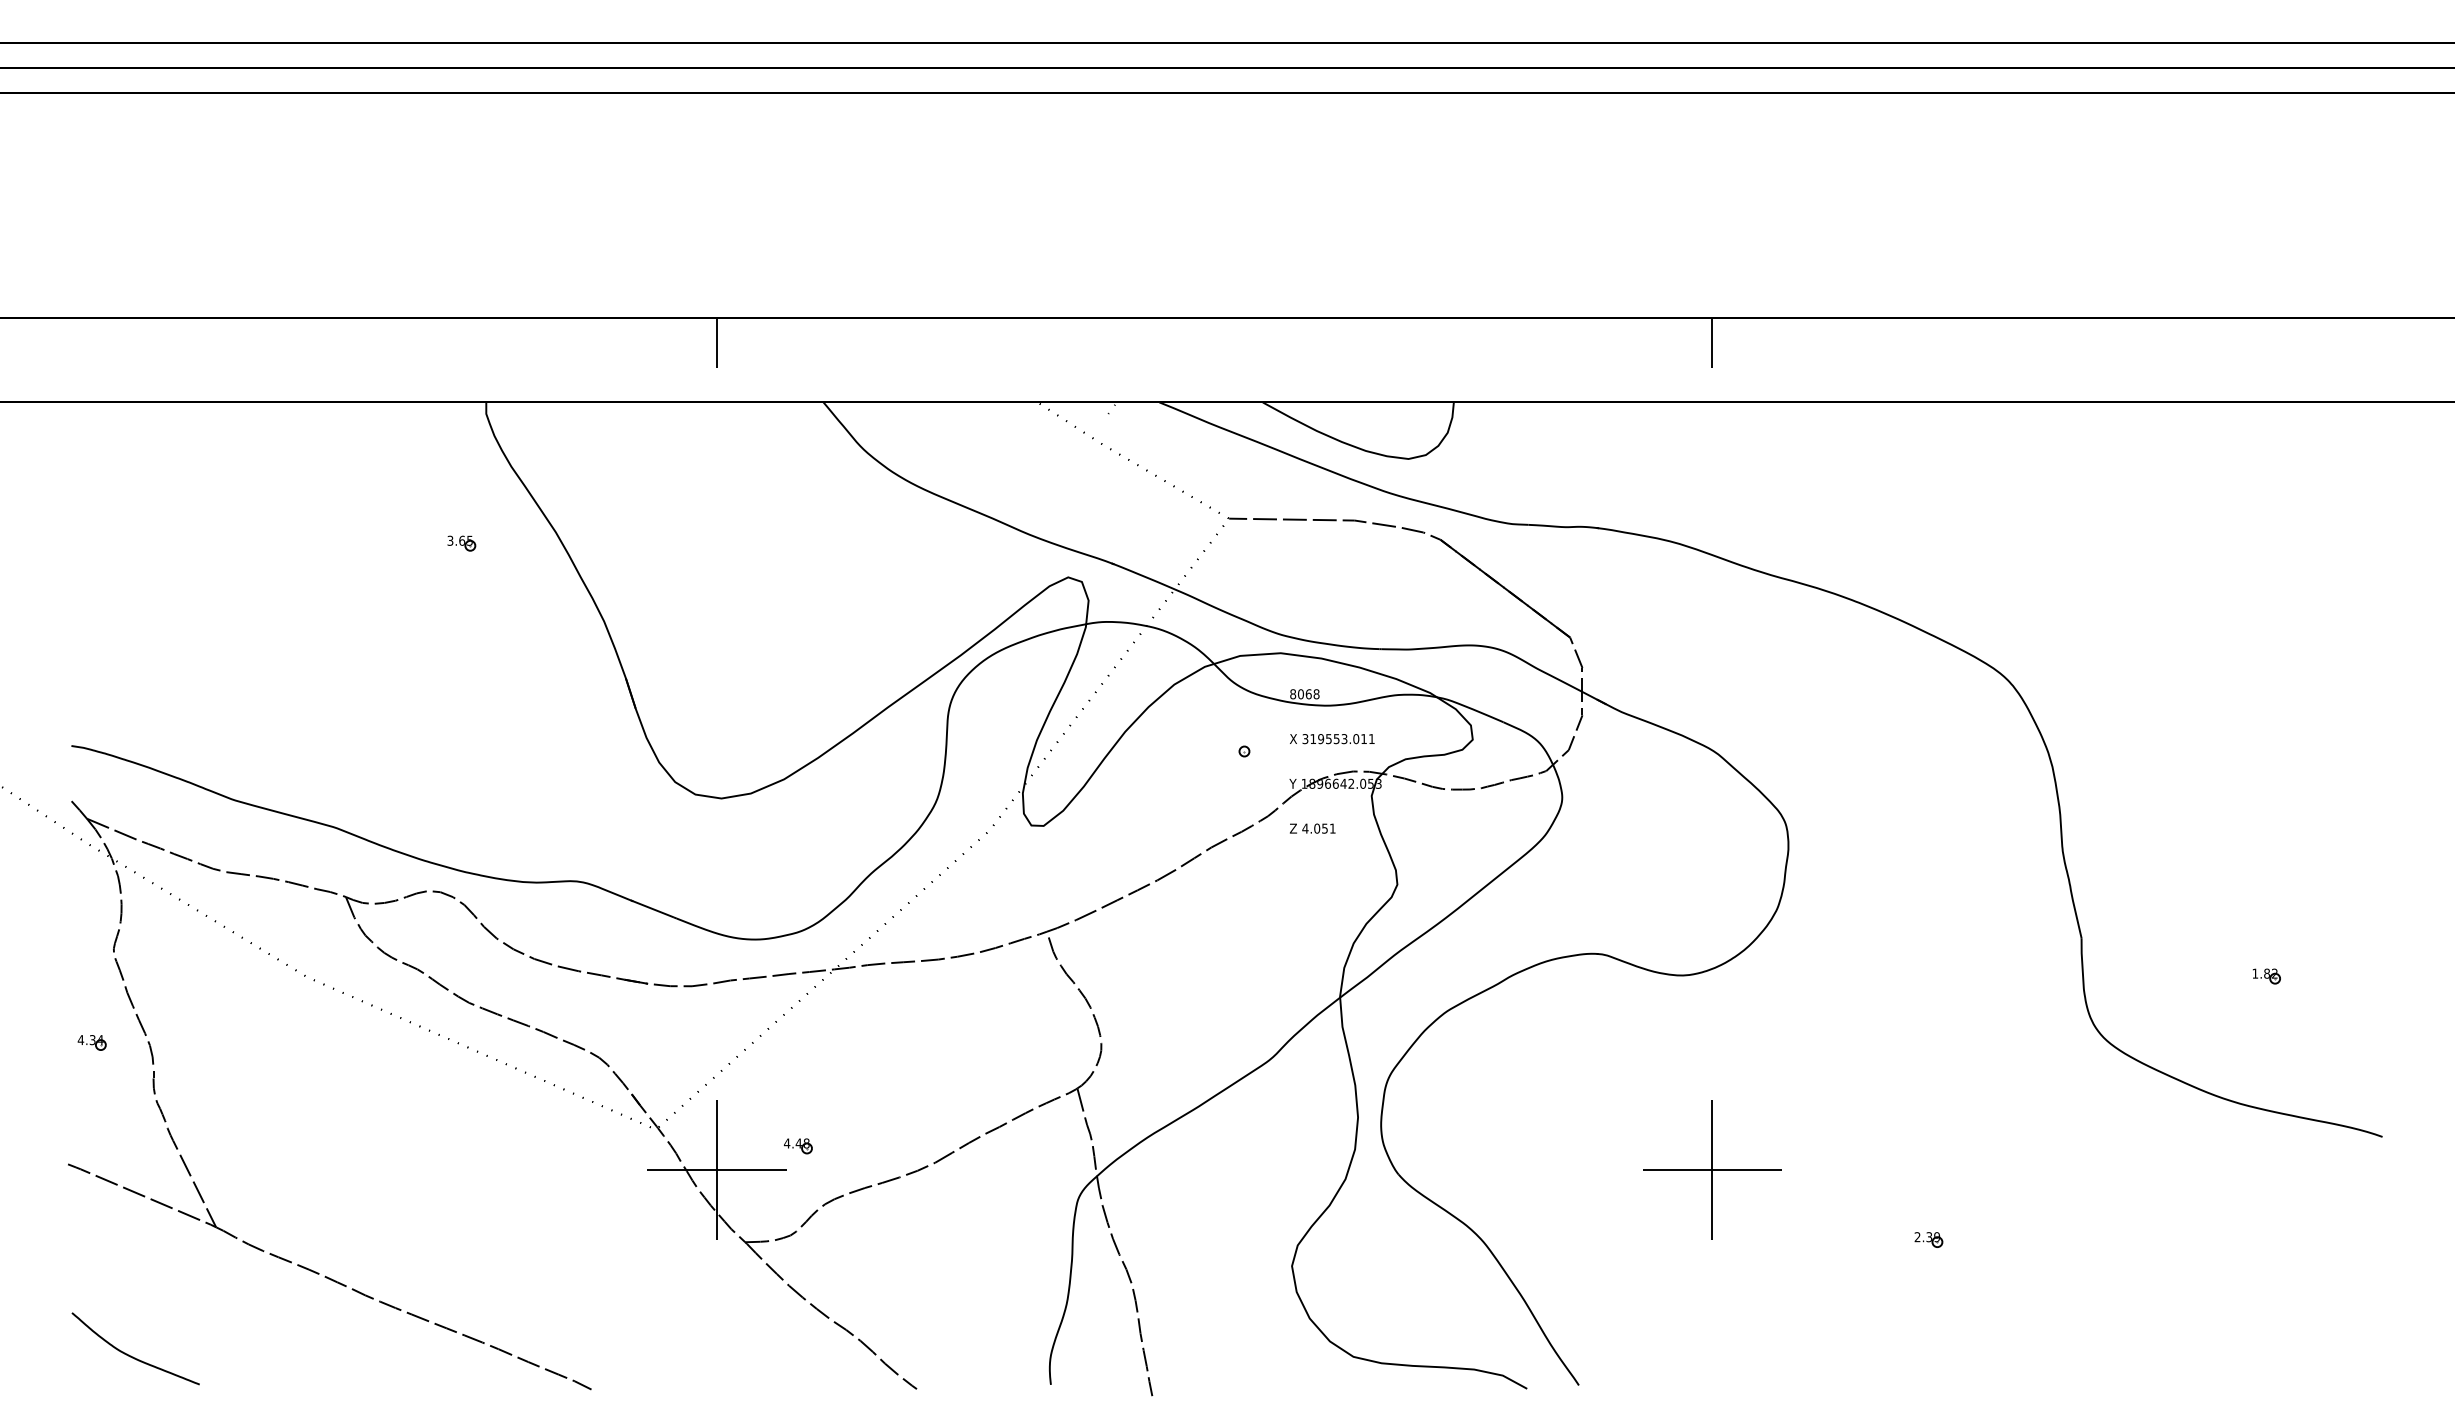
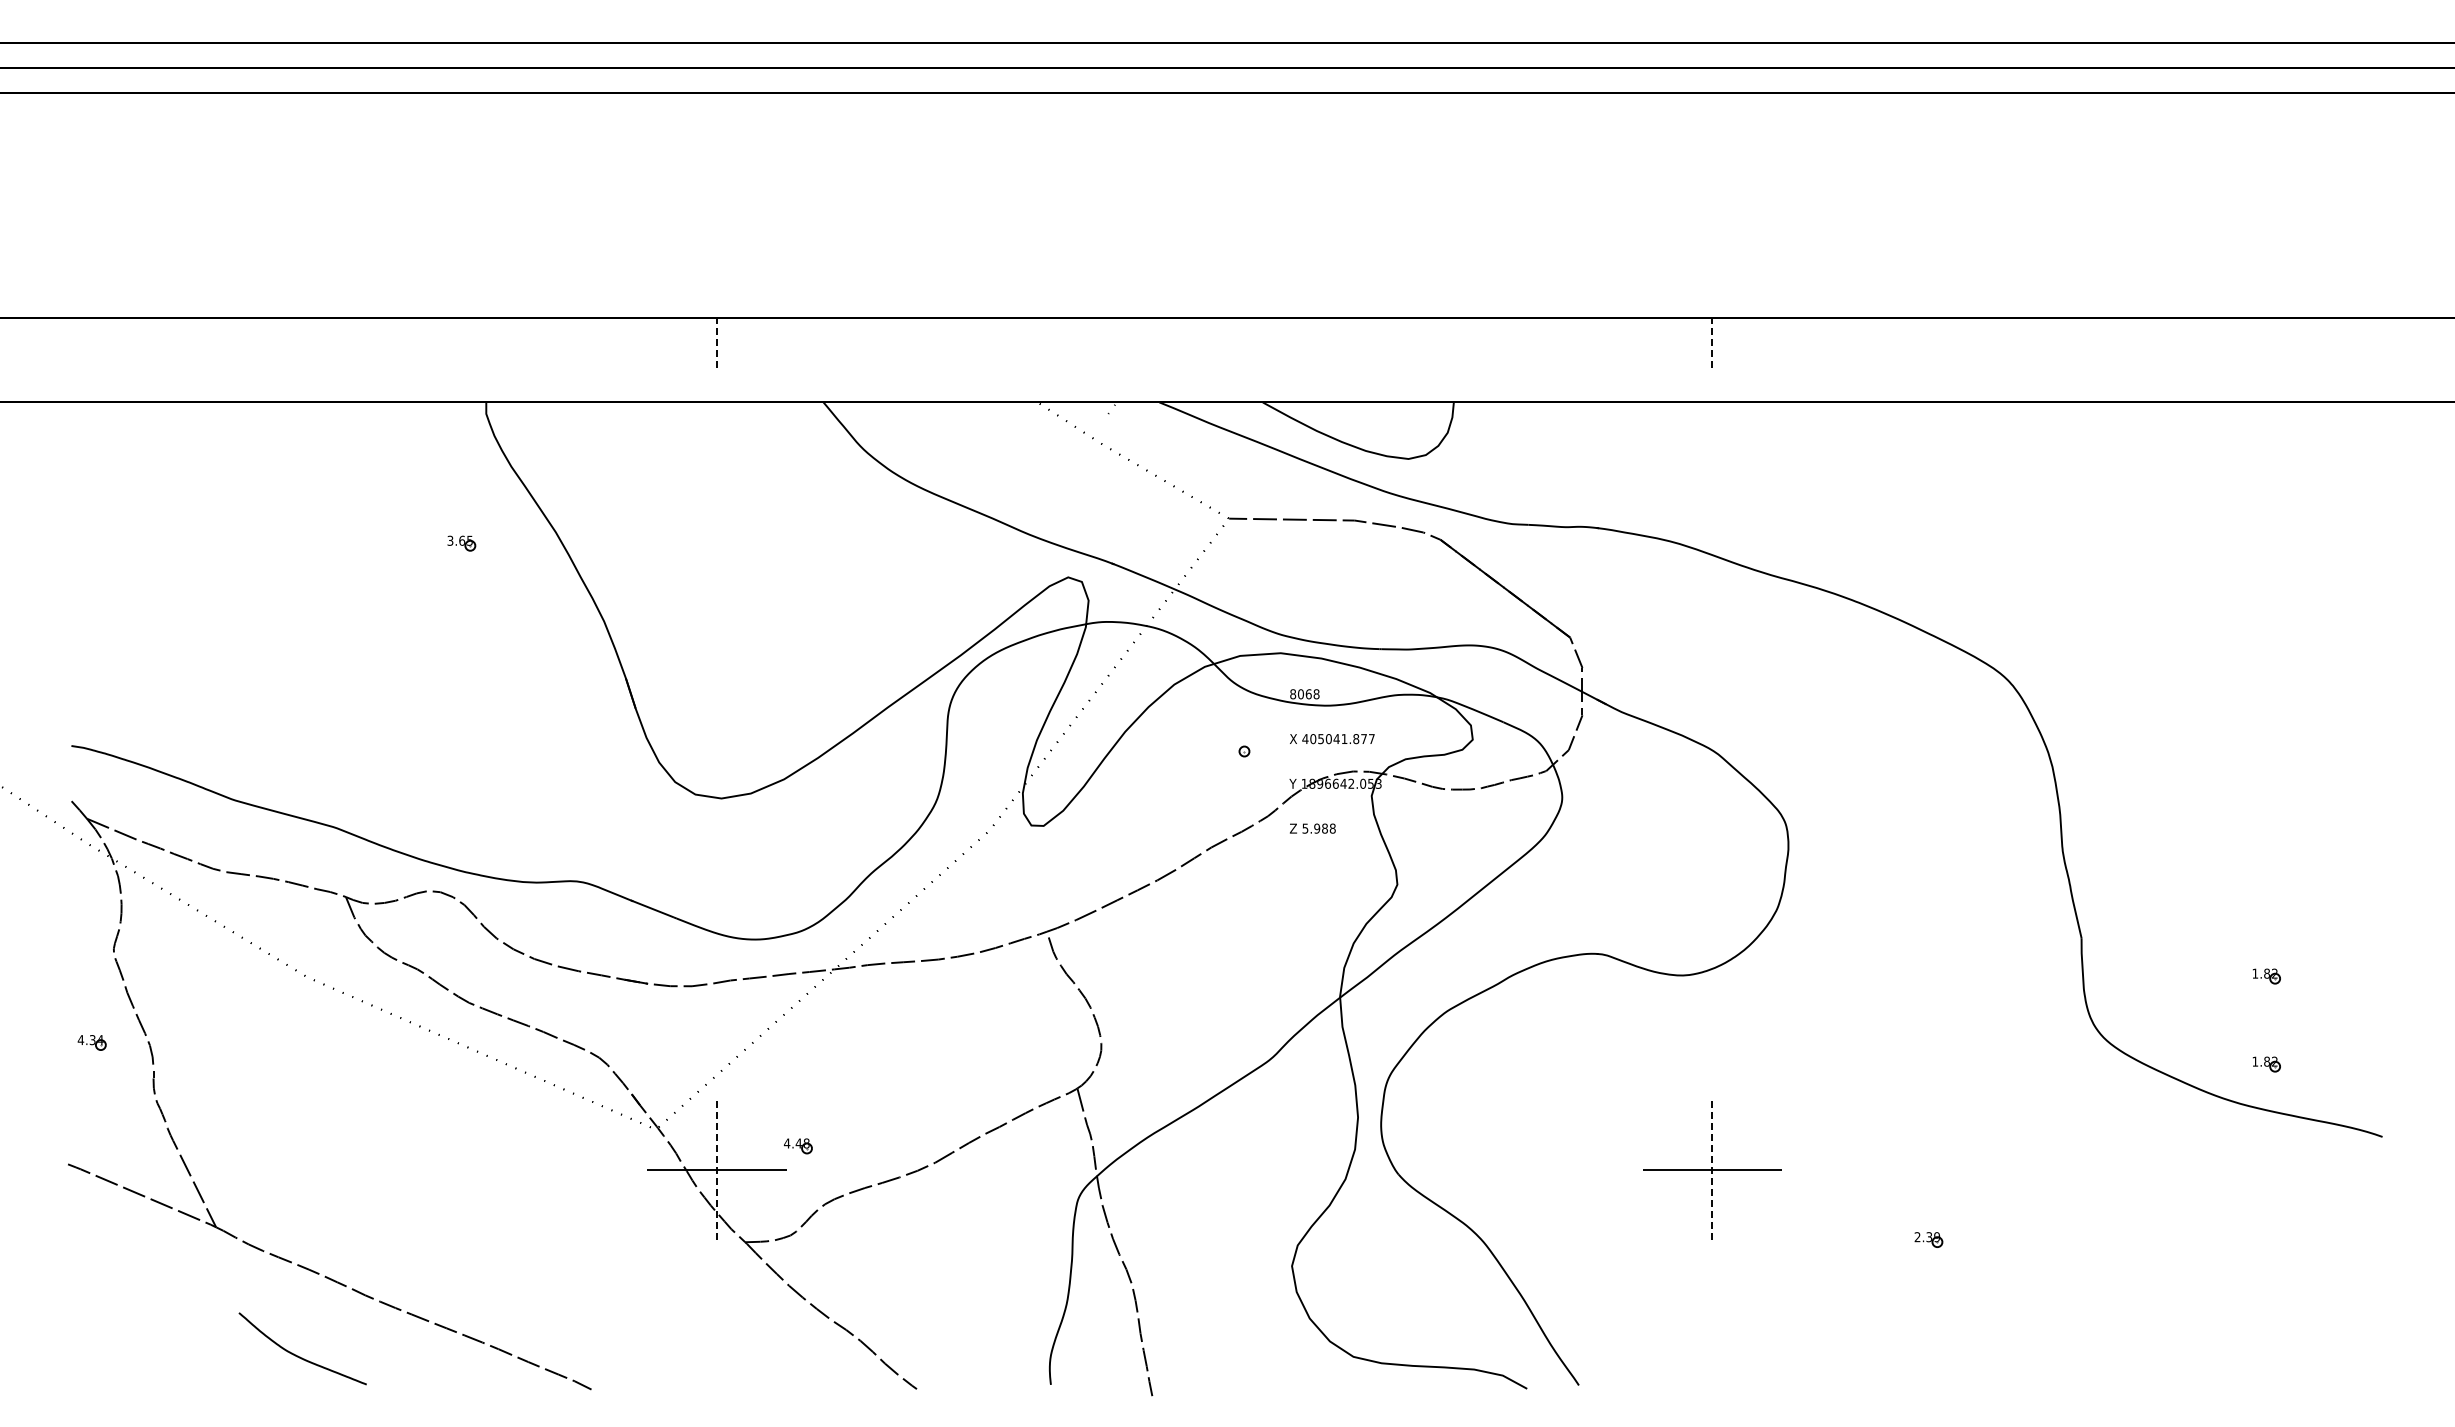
line at (716, 342): solid -> dashed
line at (1712, 342): solid -> dashed
text at (1338, 739): 319553.011 -> 405041.877
text at (1318, 828): 4.051 -> 5.988
part at (2266, 1064): none -> present
line at (716, 1170): solid -> dashed
line at (1712, 1170): solid -> dashed
curve at (131, 1355) position: (131, 1355) -> (298, 1355)
